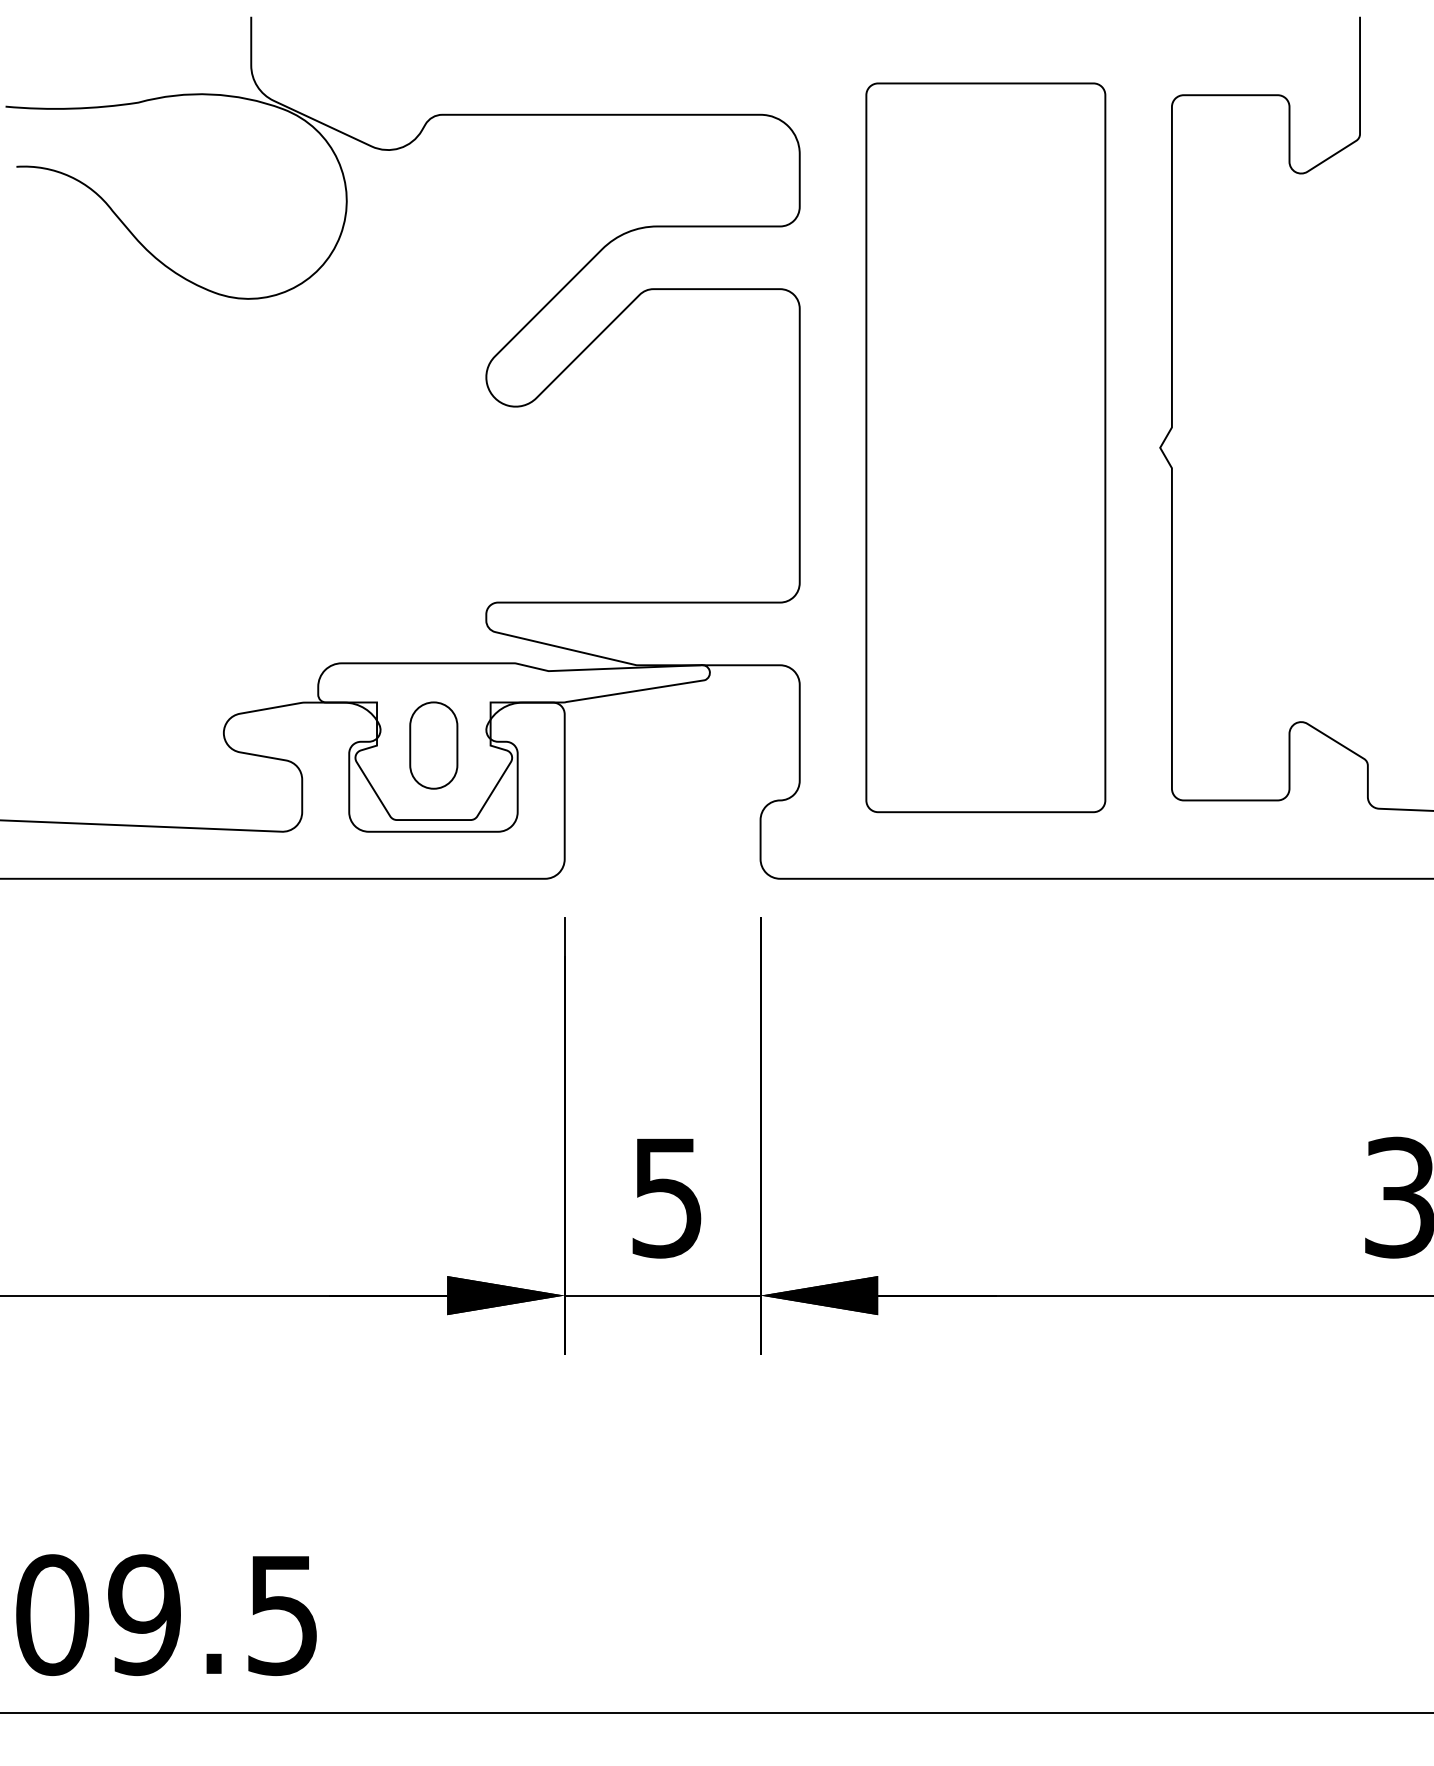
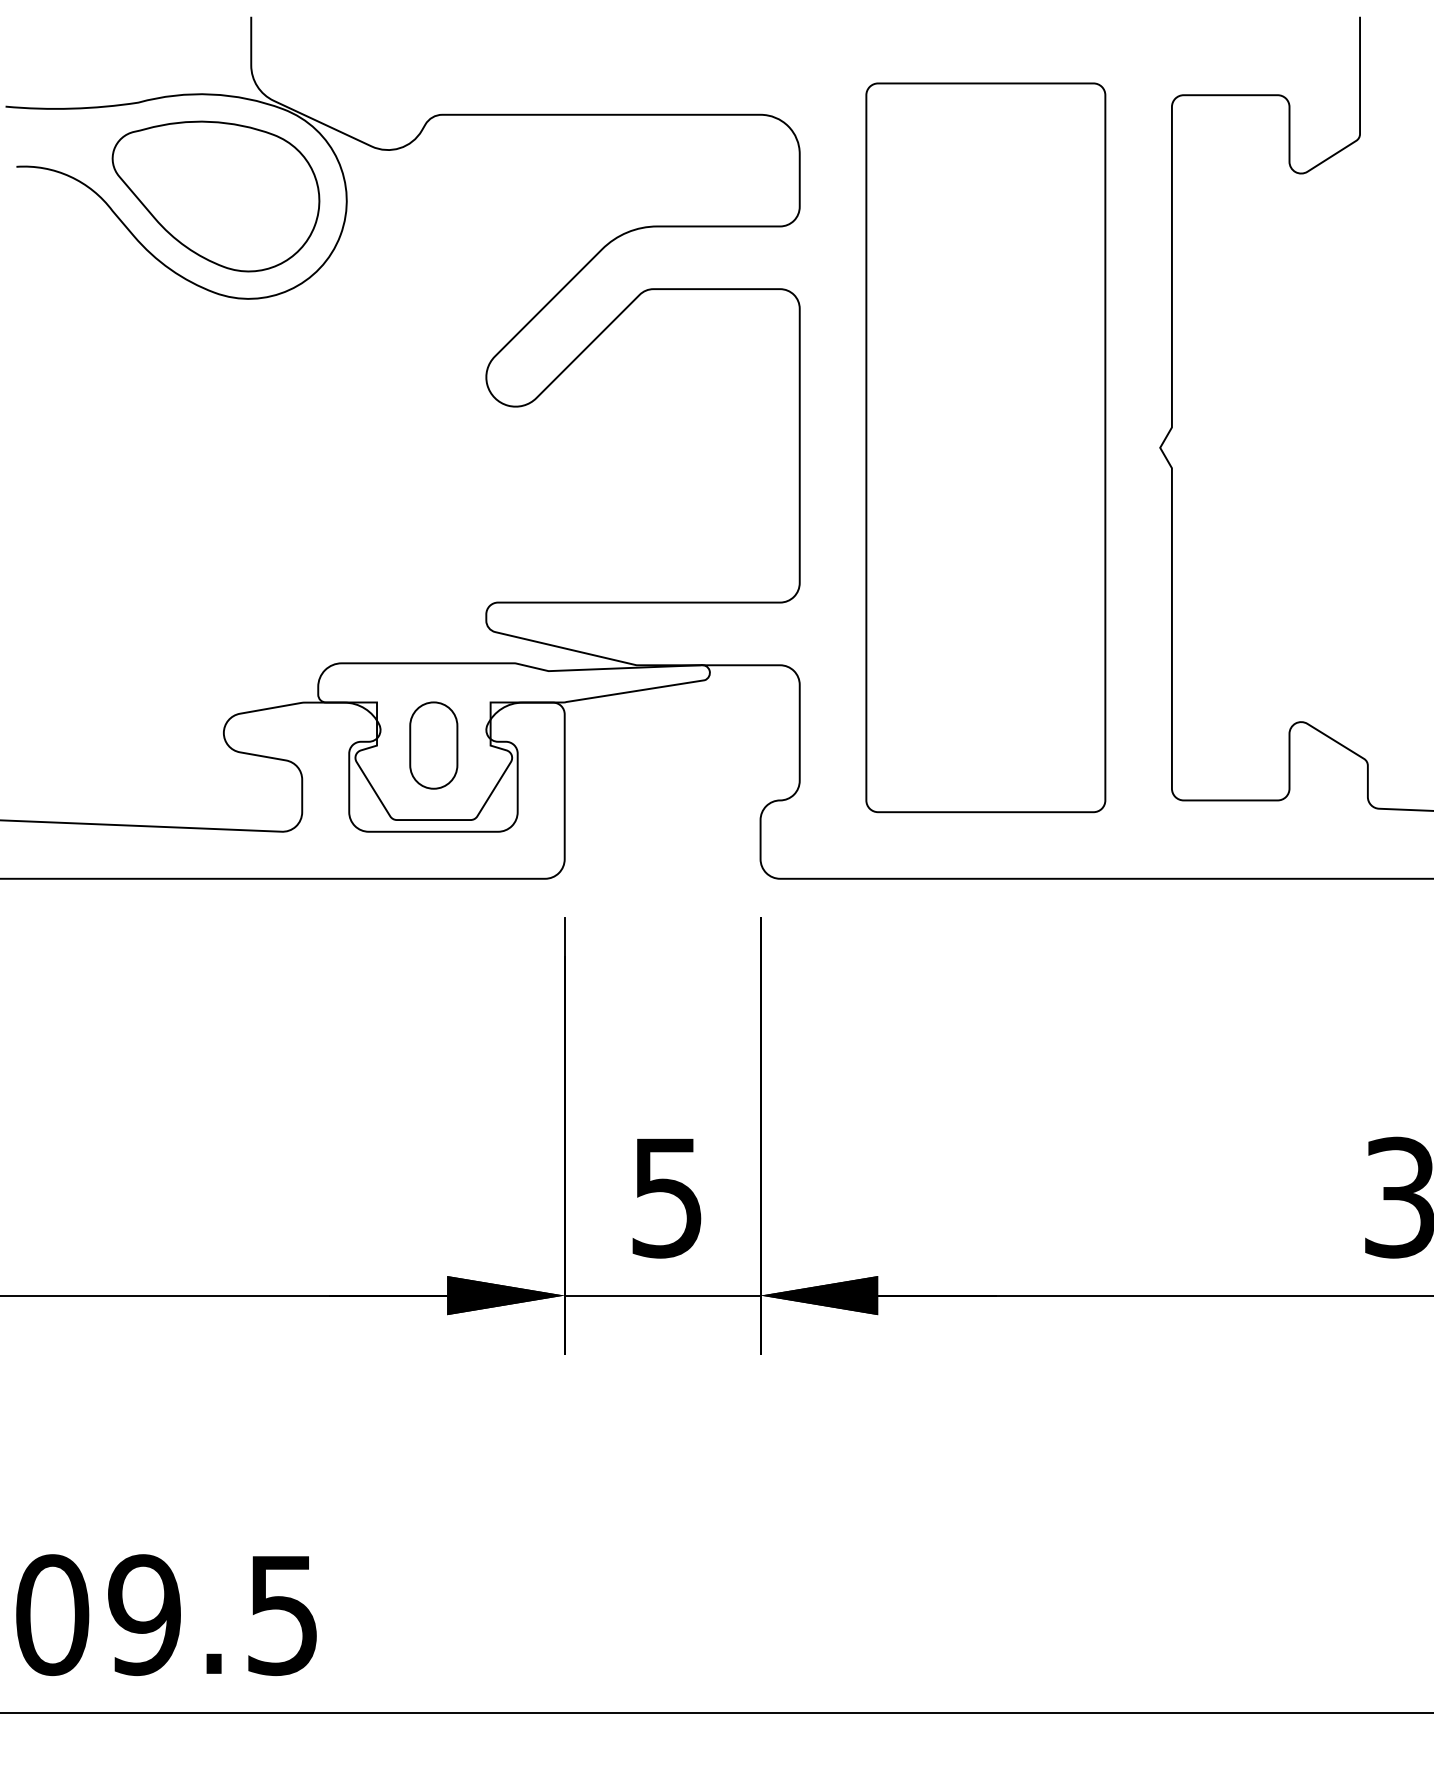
part at (215, 196): none -> present
